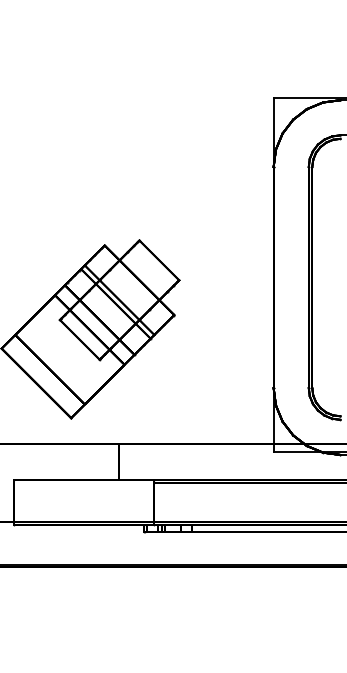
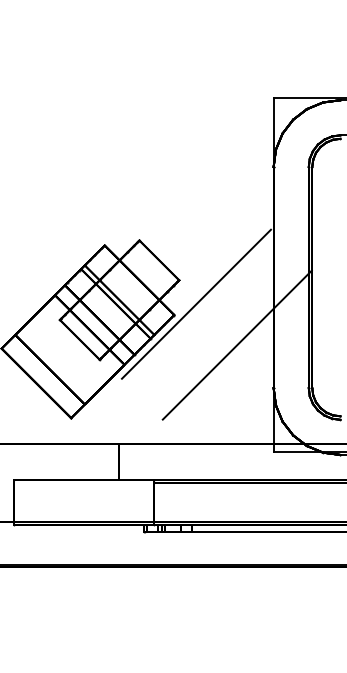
line at (195, 303): none -> present
line at (236, 344): none -> present
